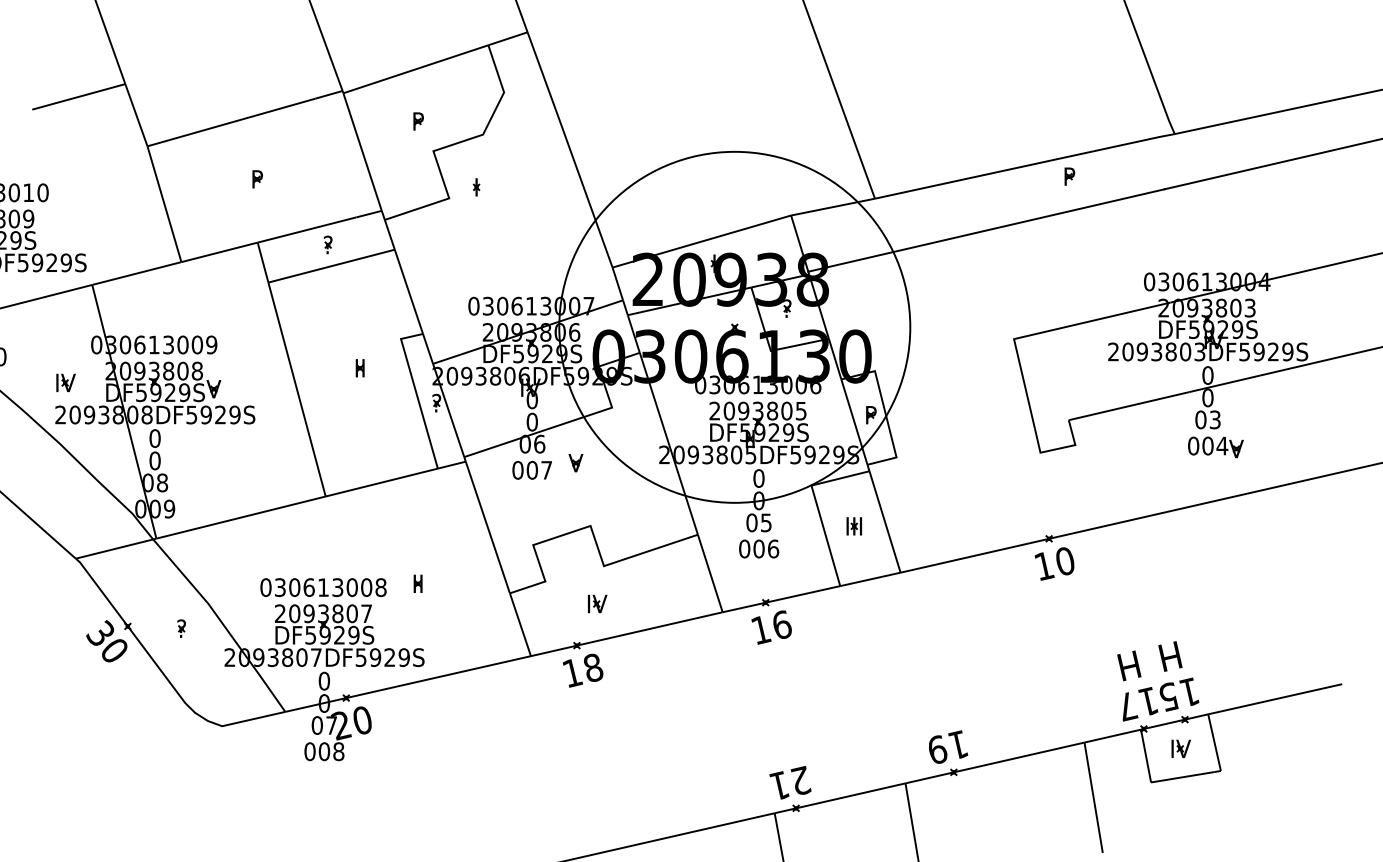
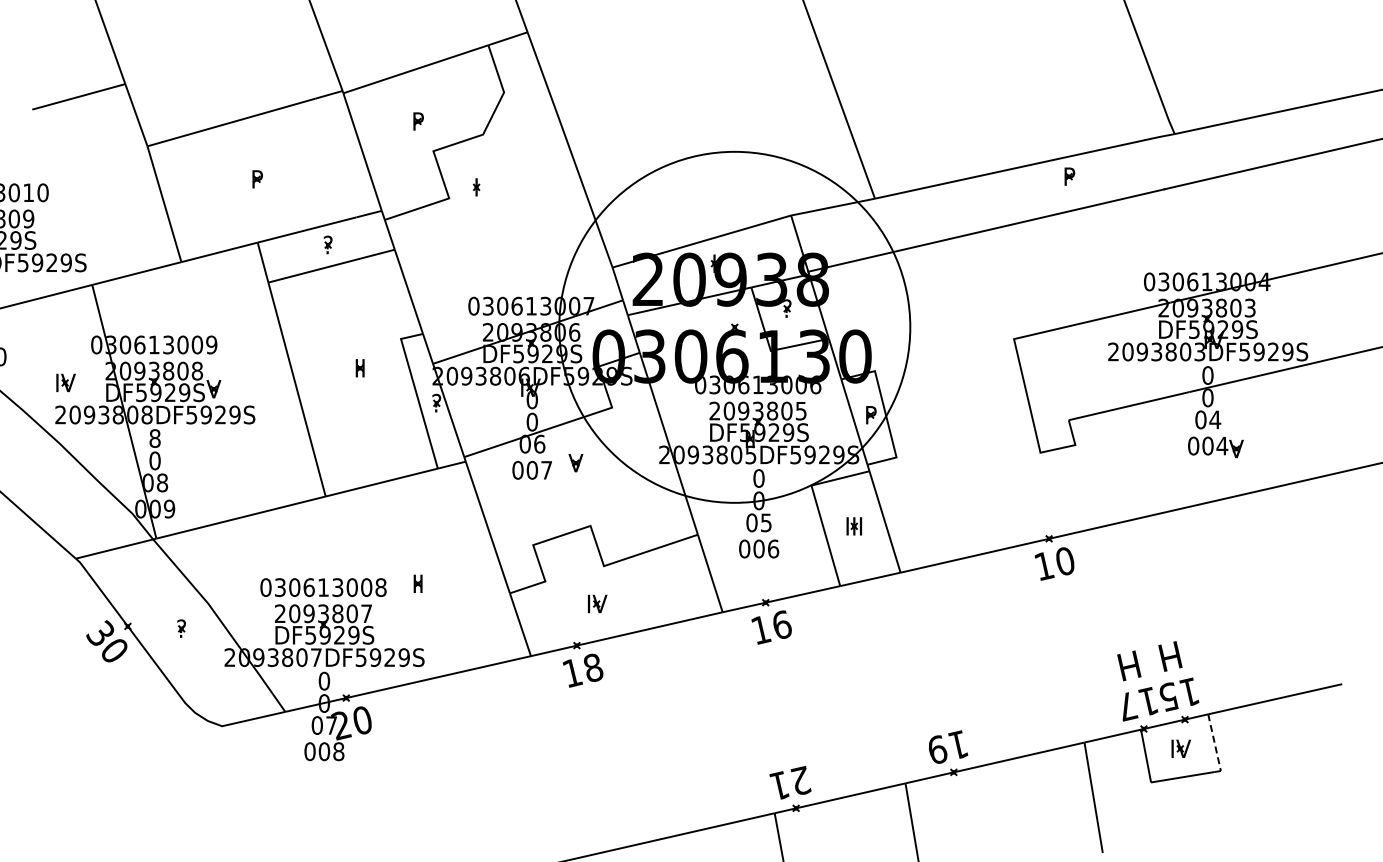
text at (1215, 419): 03 -> 04
text at (154, 438): 0 -> 8
line at (1214, 743): solid -> dashed
